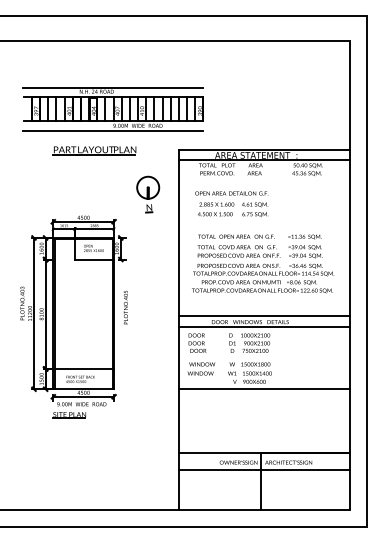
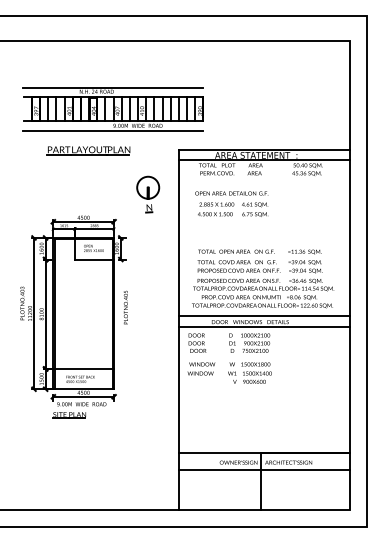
part at (94, 150) position: (94, 150) -> (88, 150)
text at (263, 263) position: (263, 263) -> (263, 278)
line at (264, 388): present -> none
